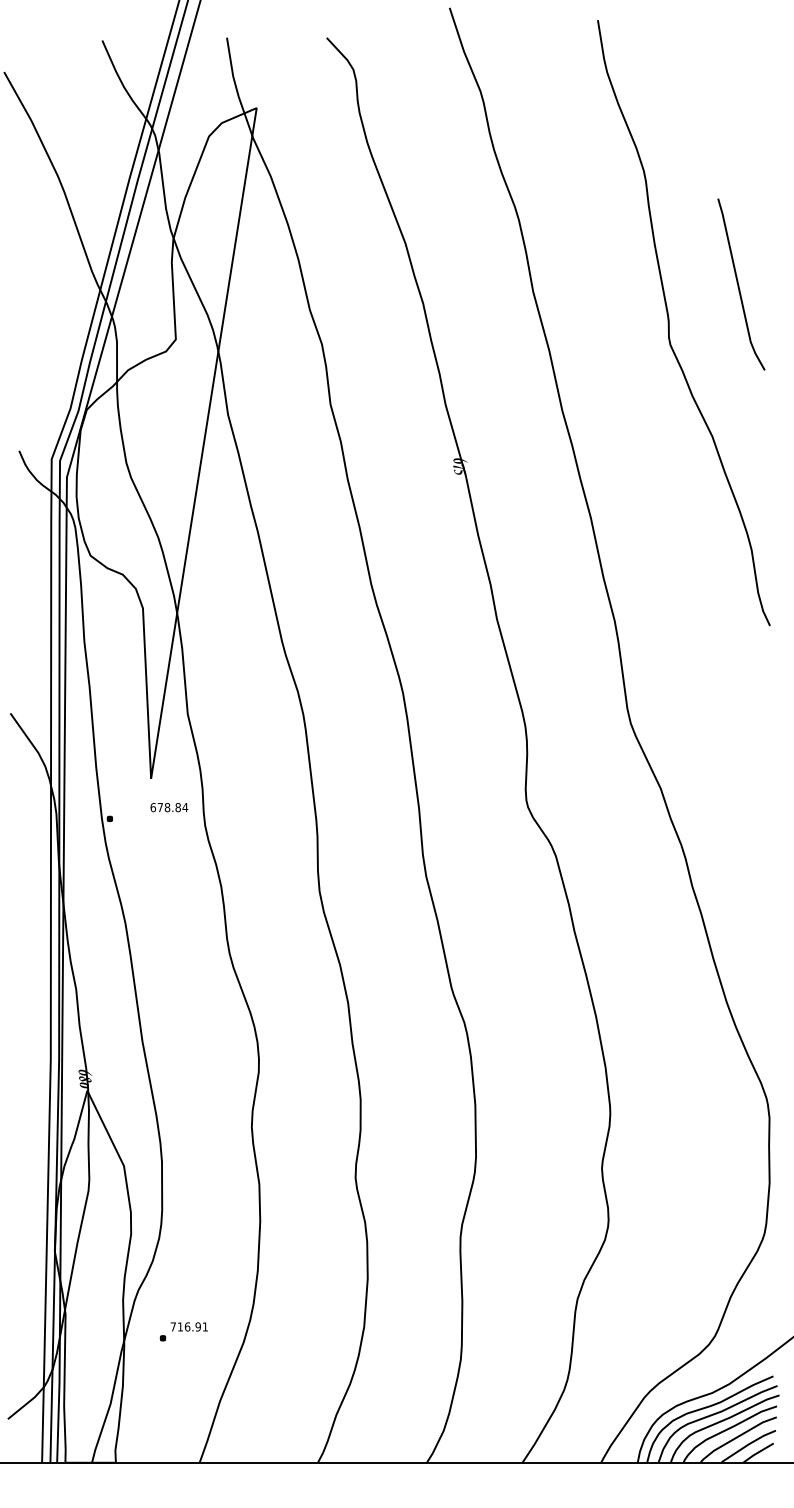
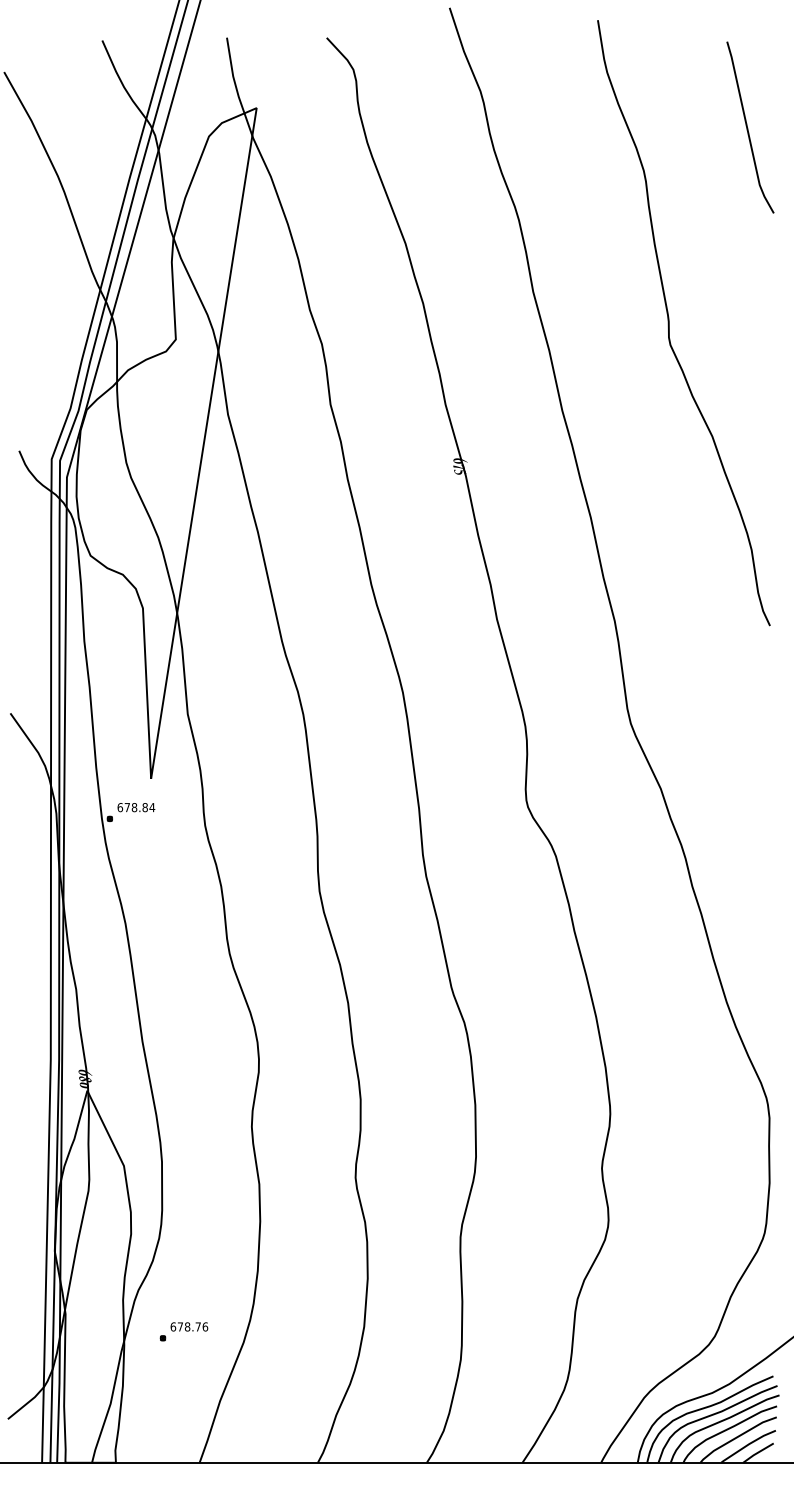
line at (739, 285) position: (739, 285) -> (748, 128)
text at (169, 807) position: (169, 807) -> (136, 807)
text at (189, 1326): 716.91 -> 678.76
